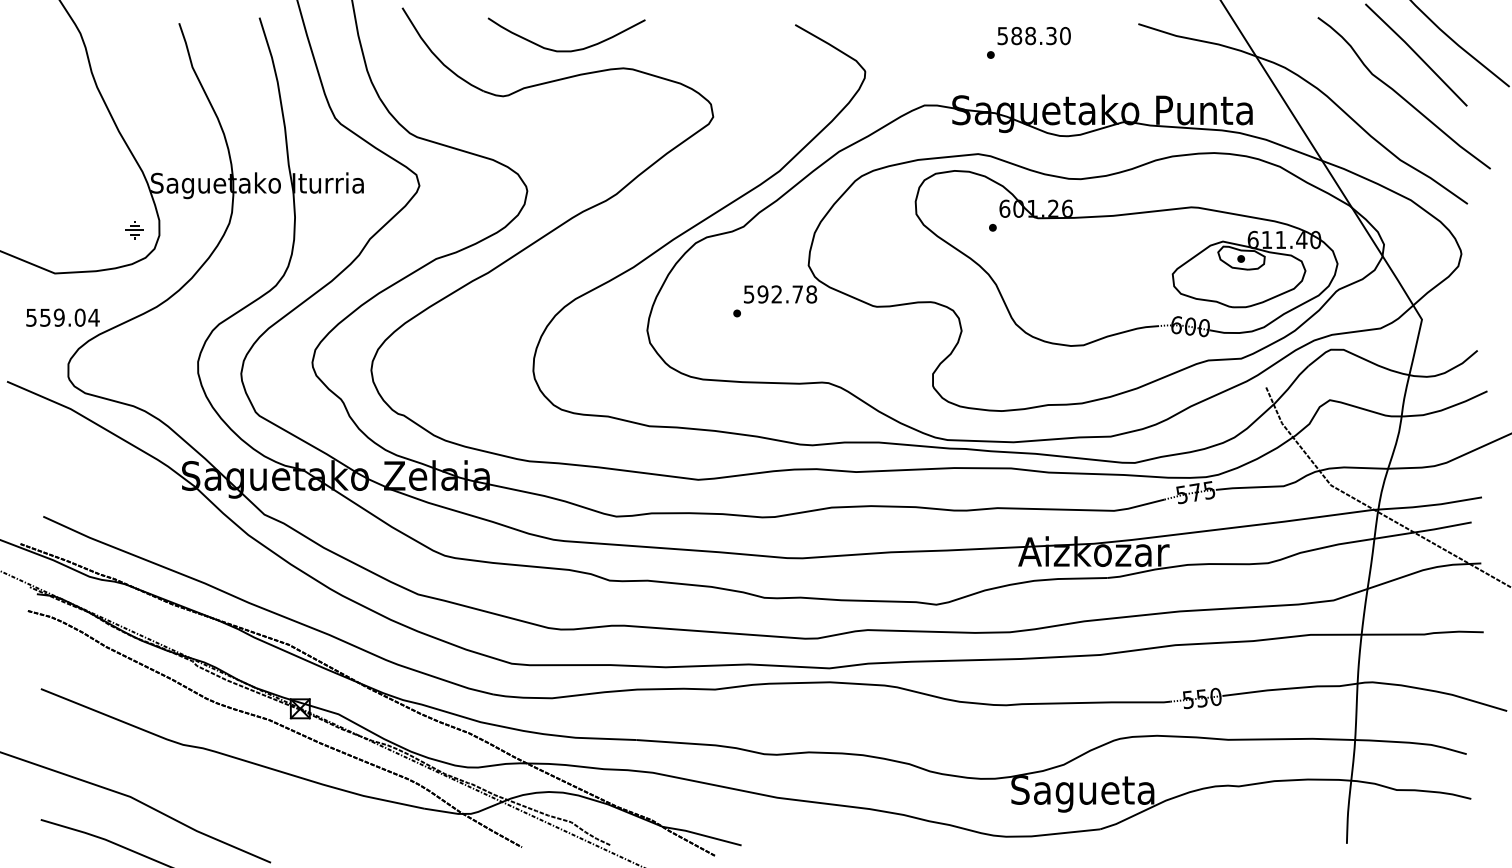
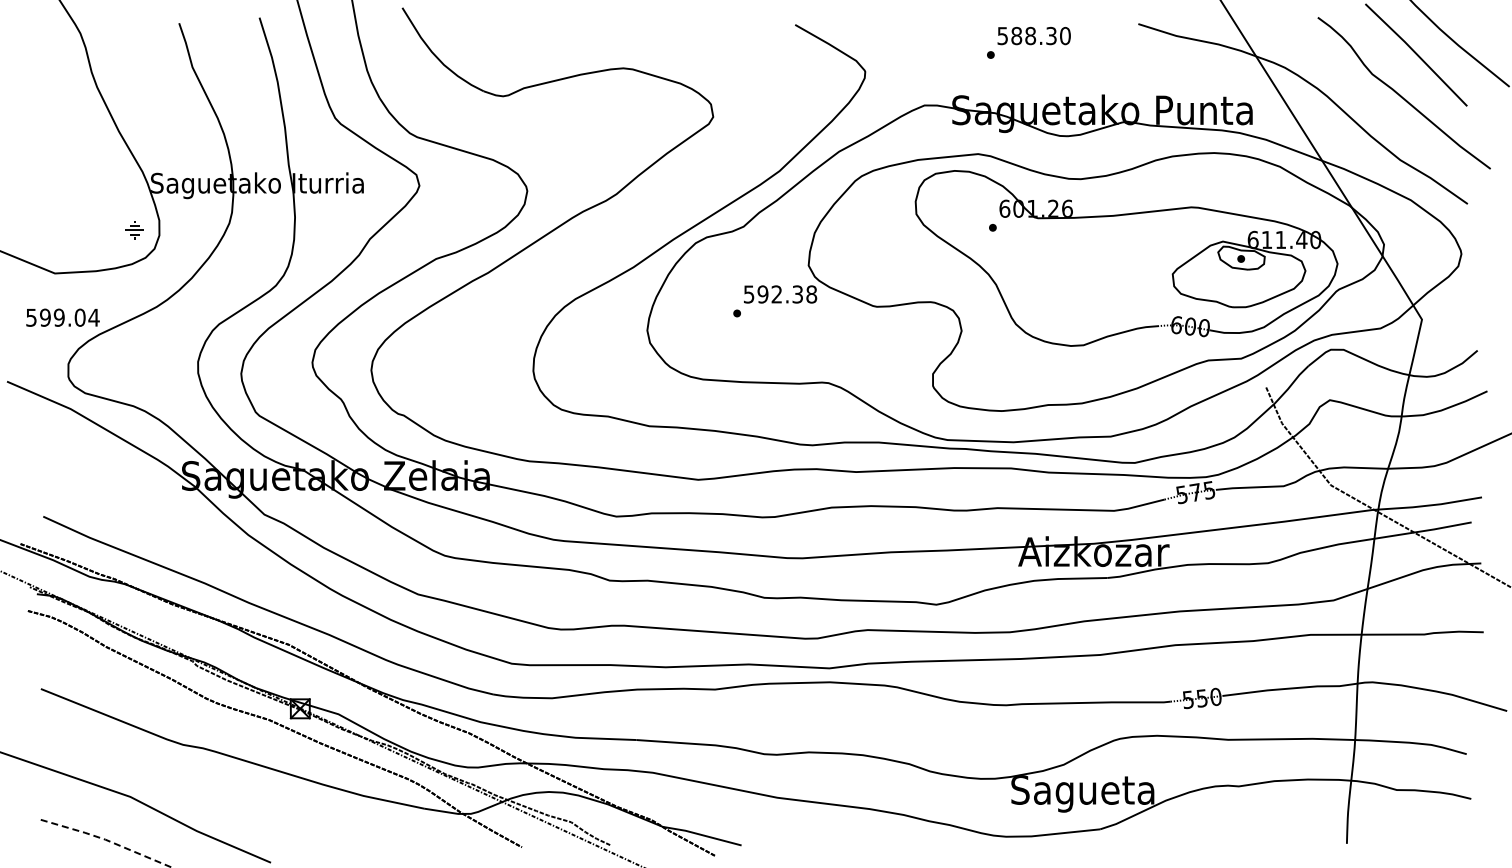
curve at (566, 50): present -> none
text at (797, 294): 592.78 -> 592.38
text at (45, 317): 559.04 -> 599.04
line at (106, 840): solid -> dashed
